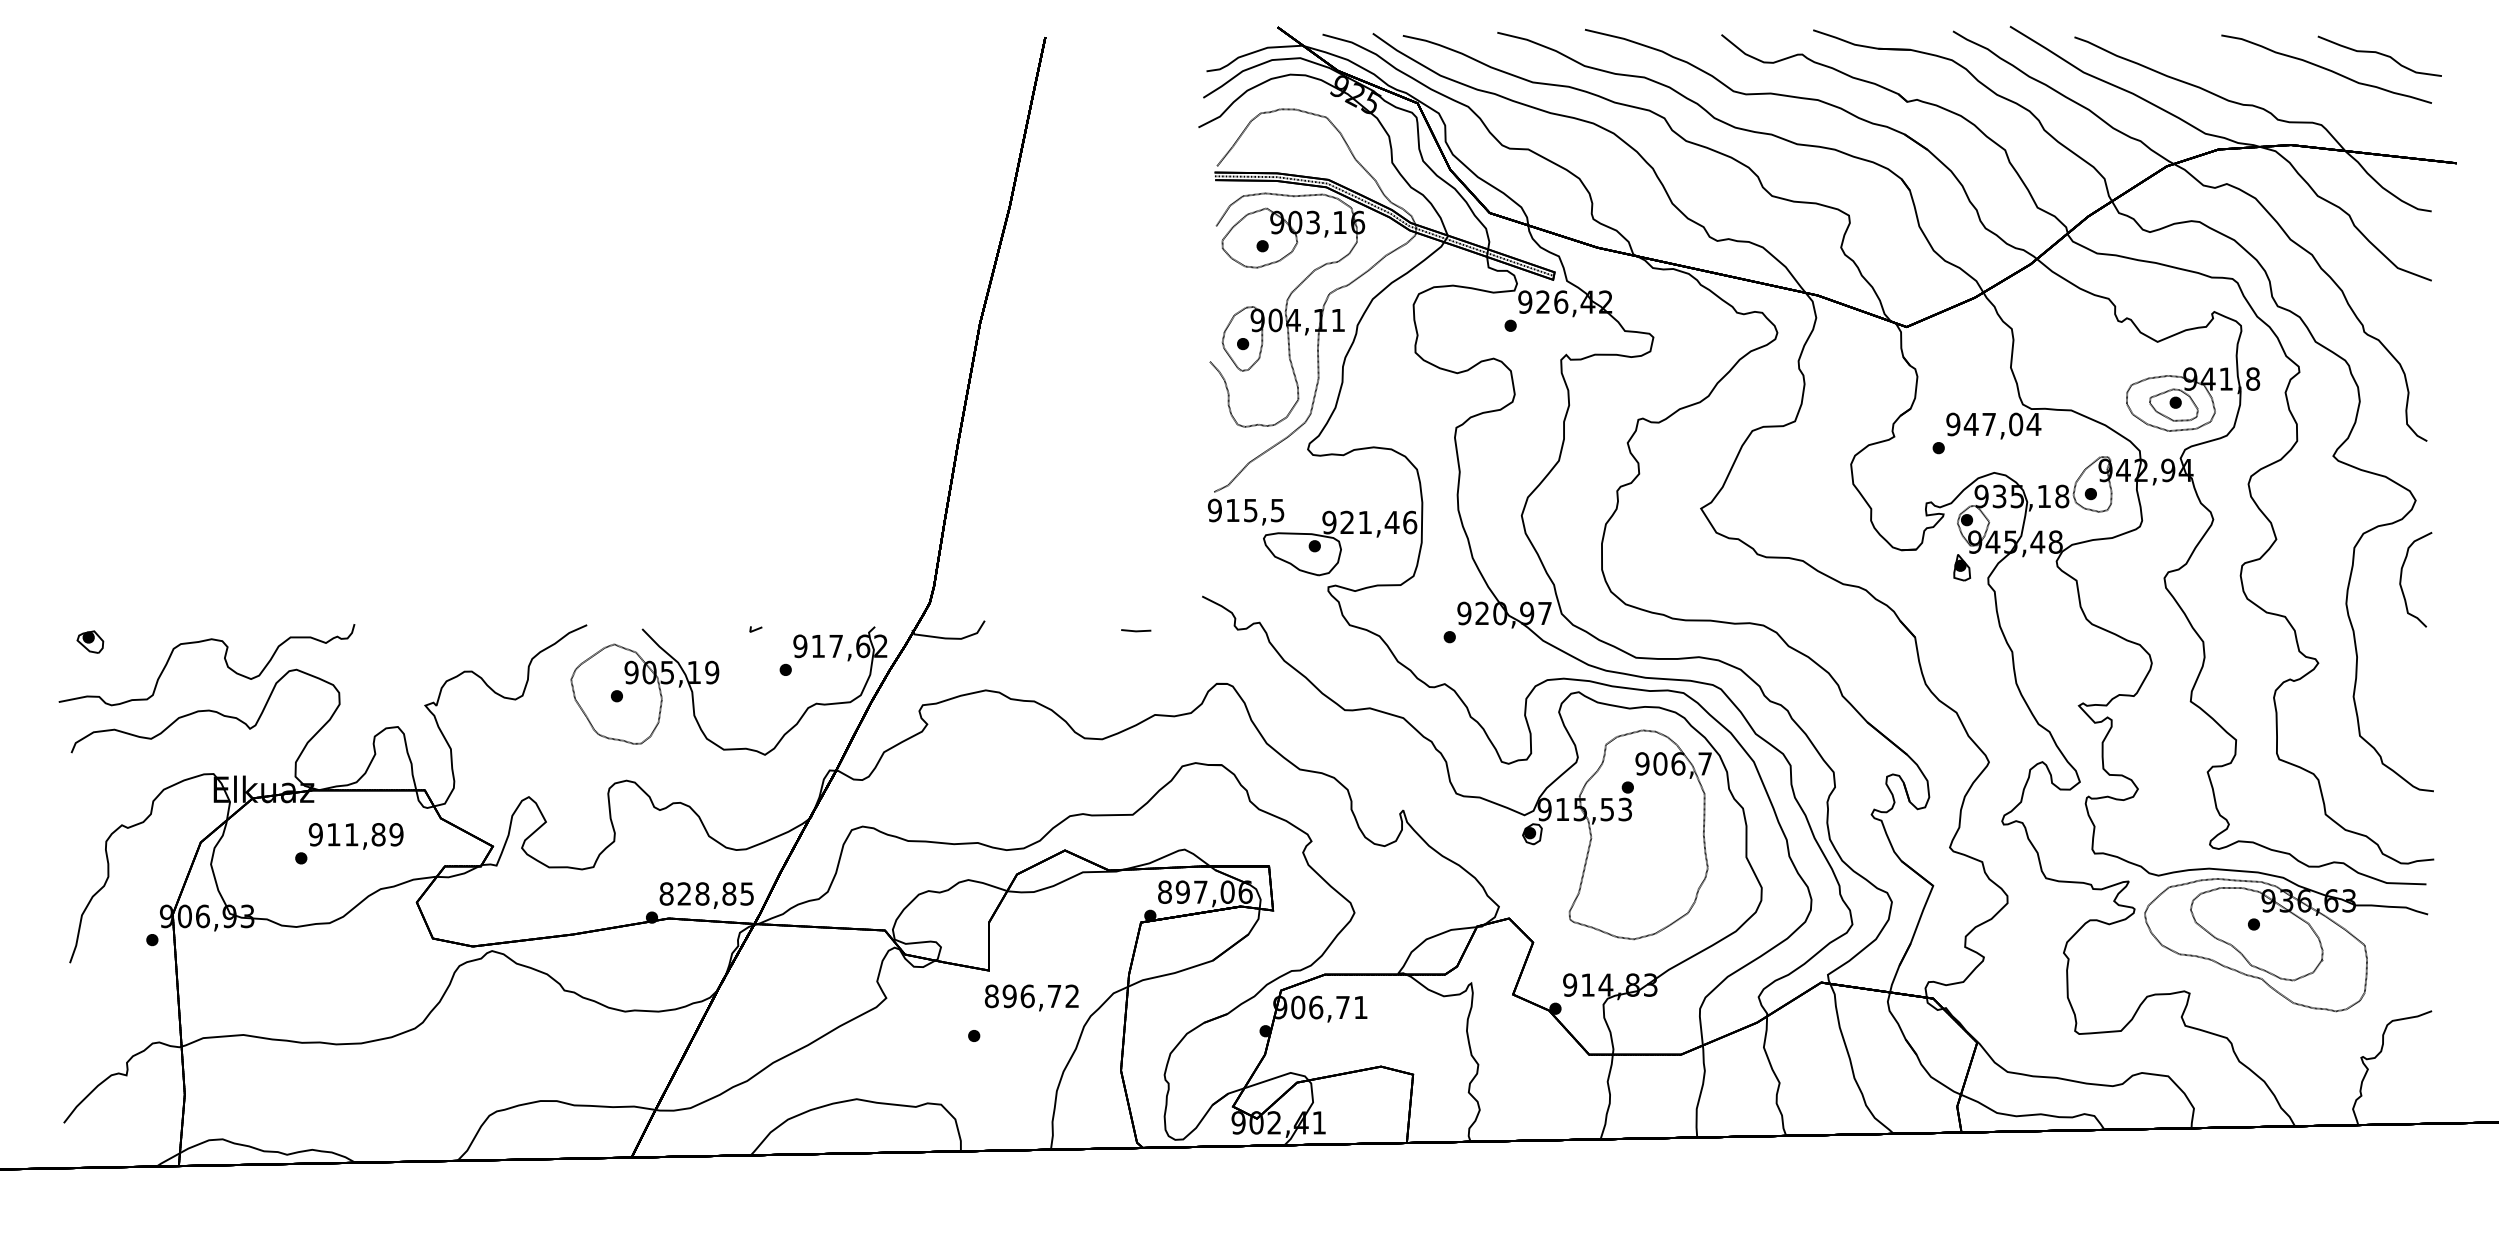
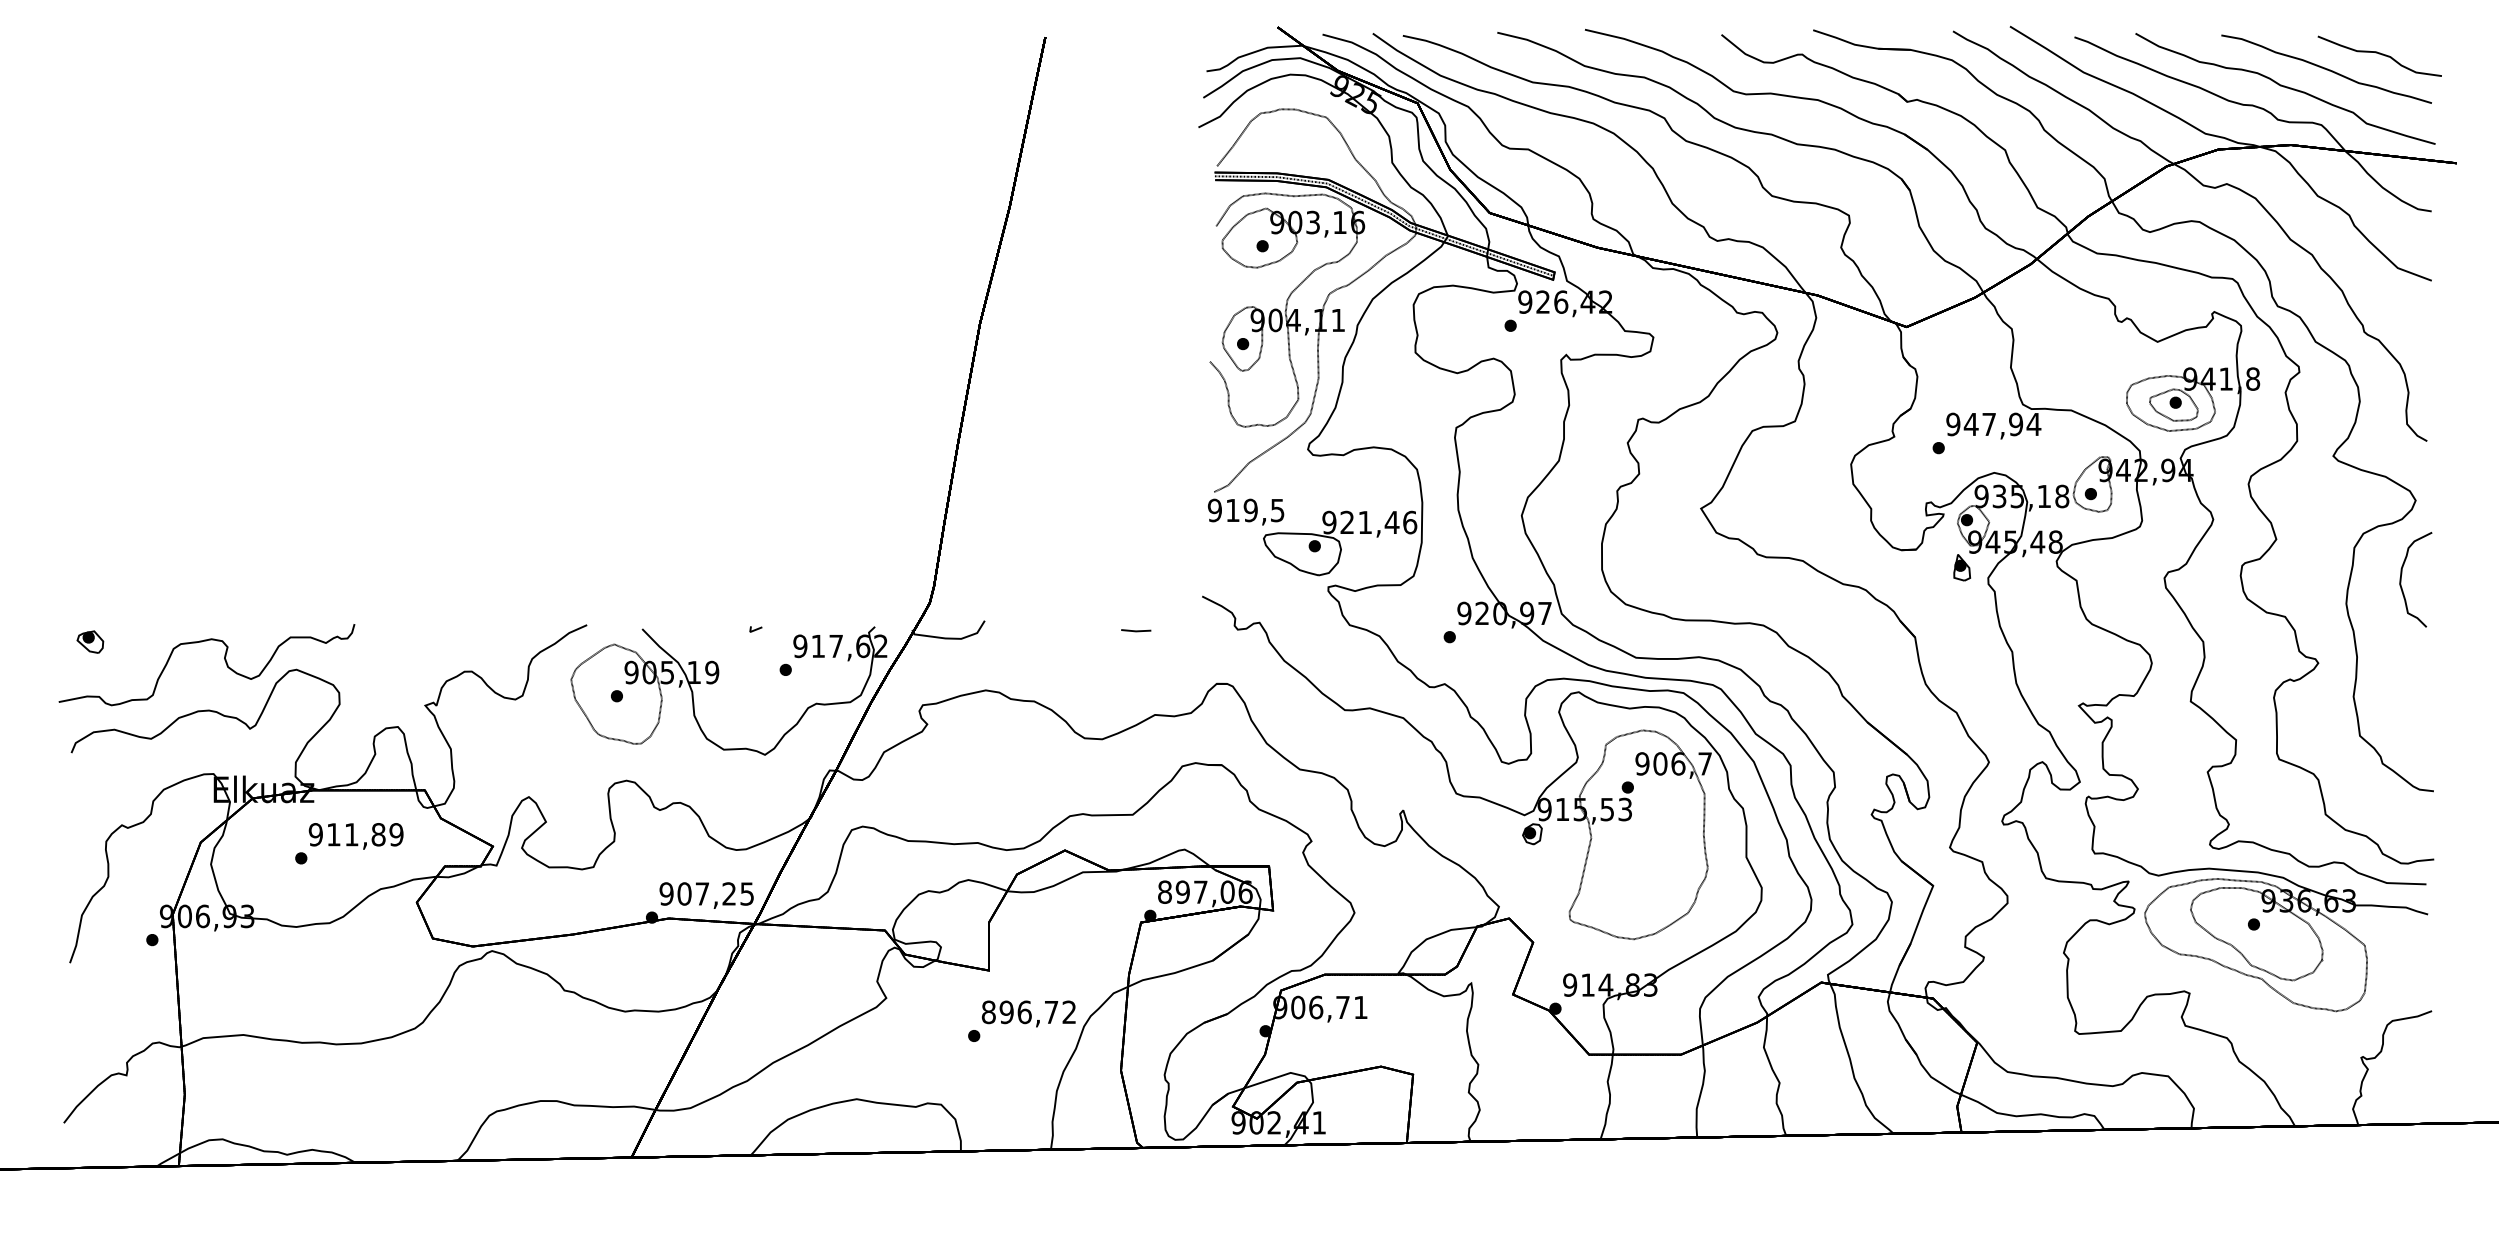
part at (2285, 88): none -> present
text at (2016, 424): 947,04 -> 947,94
text at (1250, 509): 915,5 -> 919,5
text at (697, 893): 828,85 -> 907,25
text at (1031, 997) position: (1031, 997) -> (1028, 1013)
